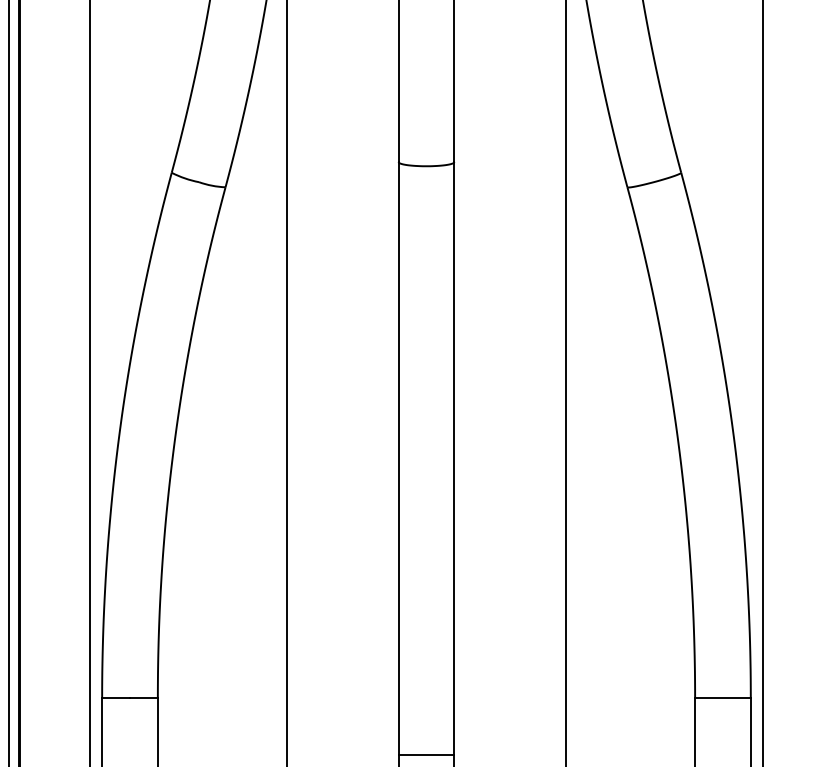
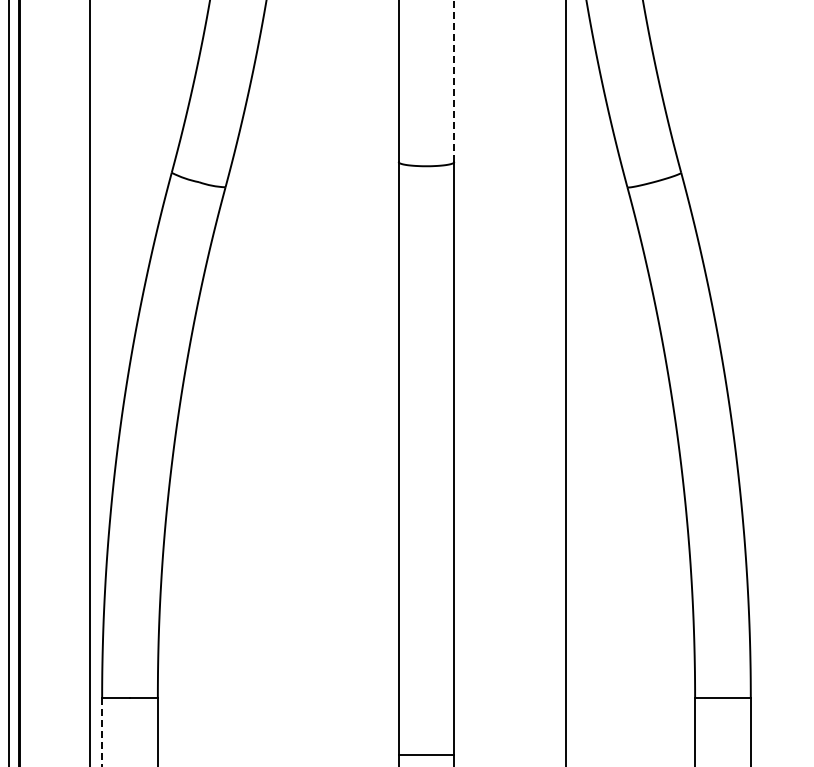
line at (454, 81): solid -> dashed
line at (287, 382): present -> none
line at (762, 382): present -> none
line at (102, 732): solid -> dashed
